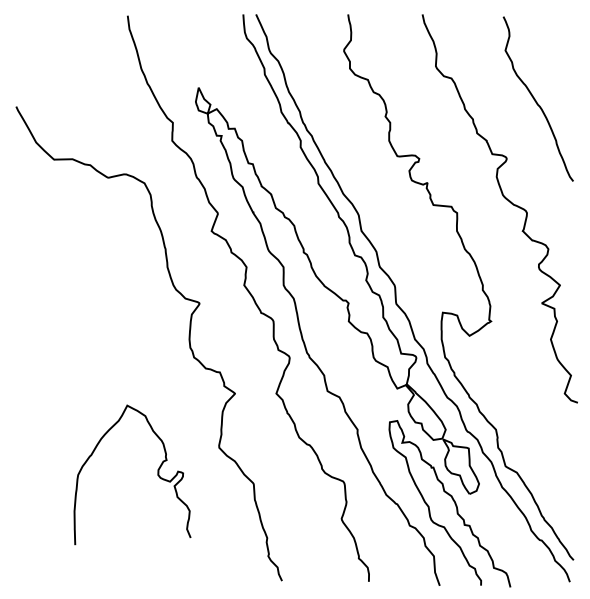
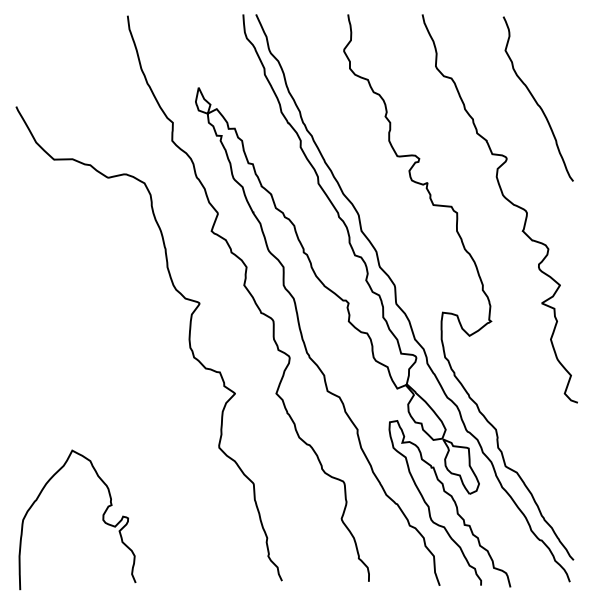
curve at (157, 474) position: (157, 474) -> (102, 519)
